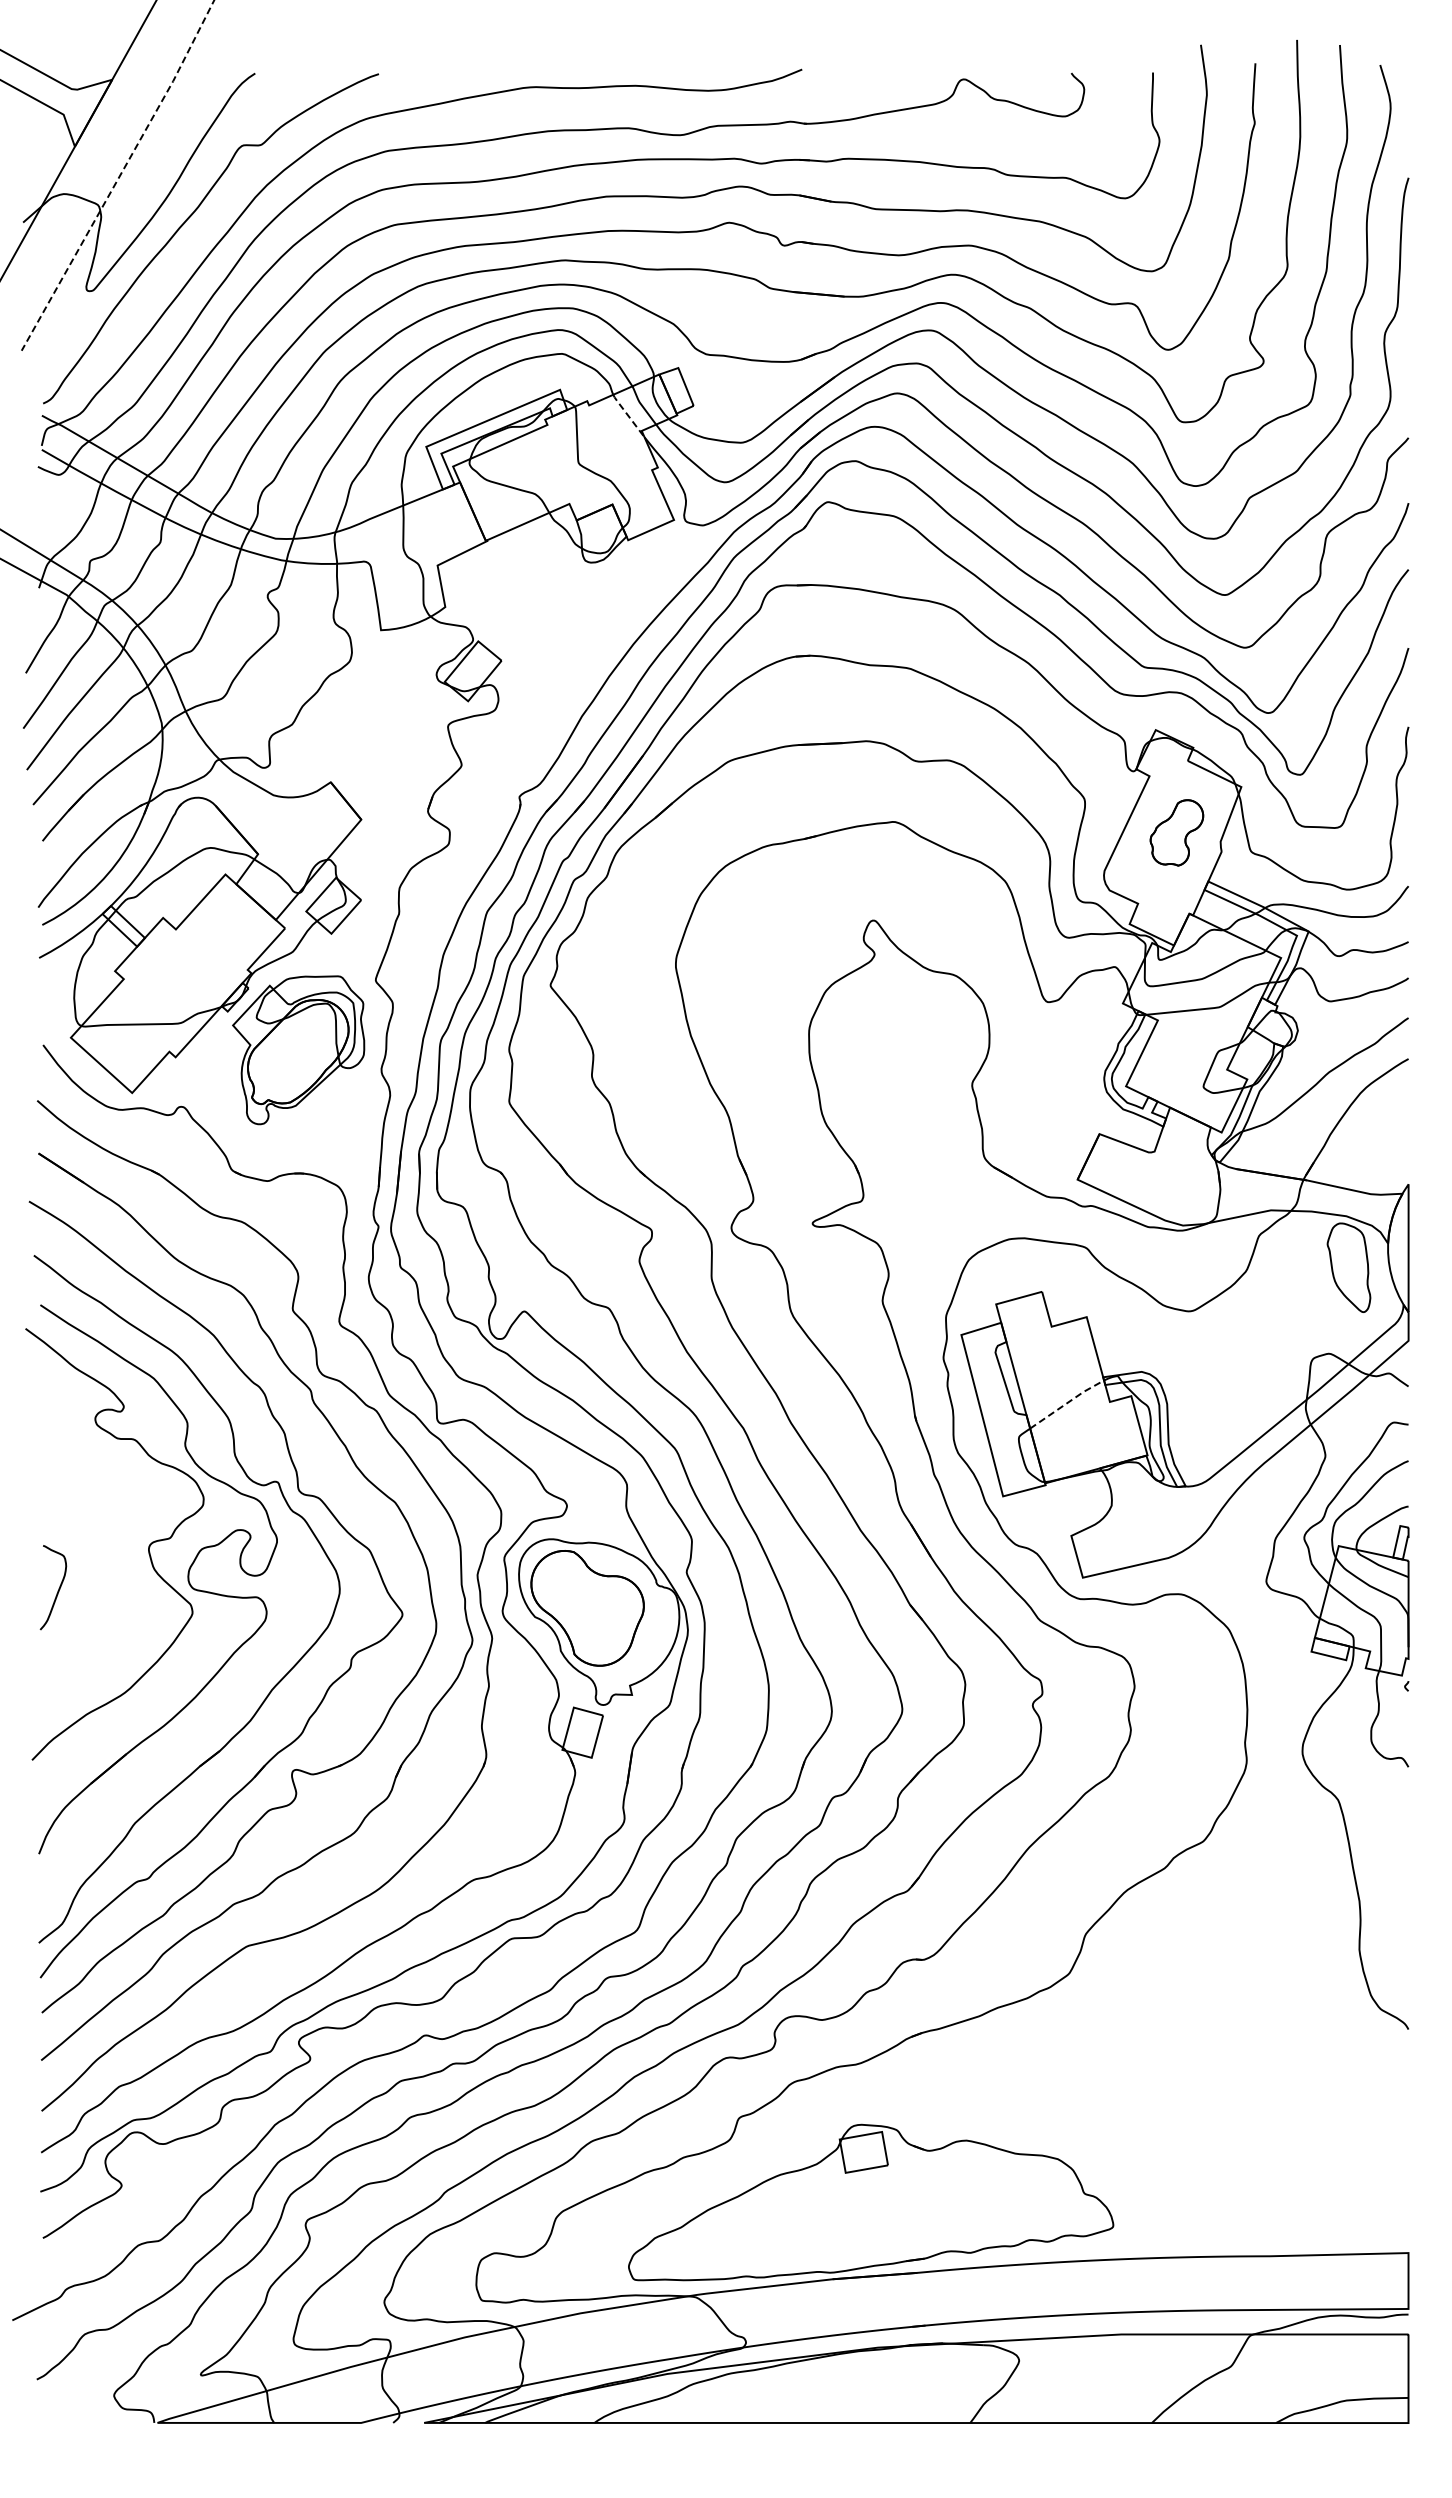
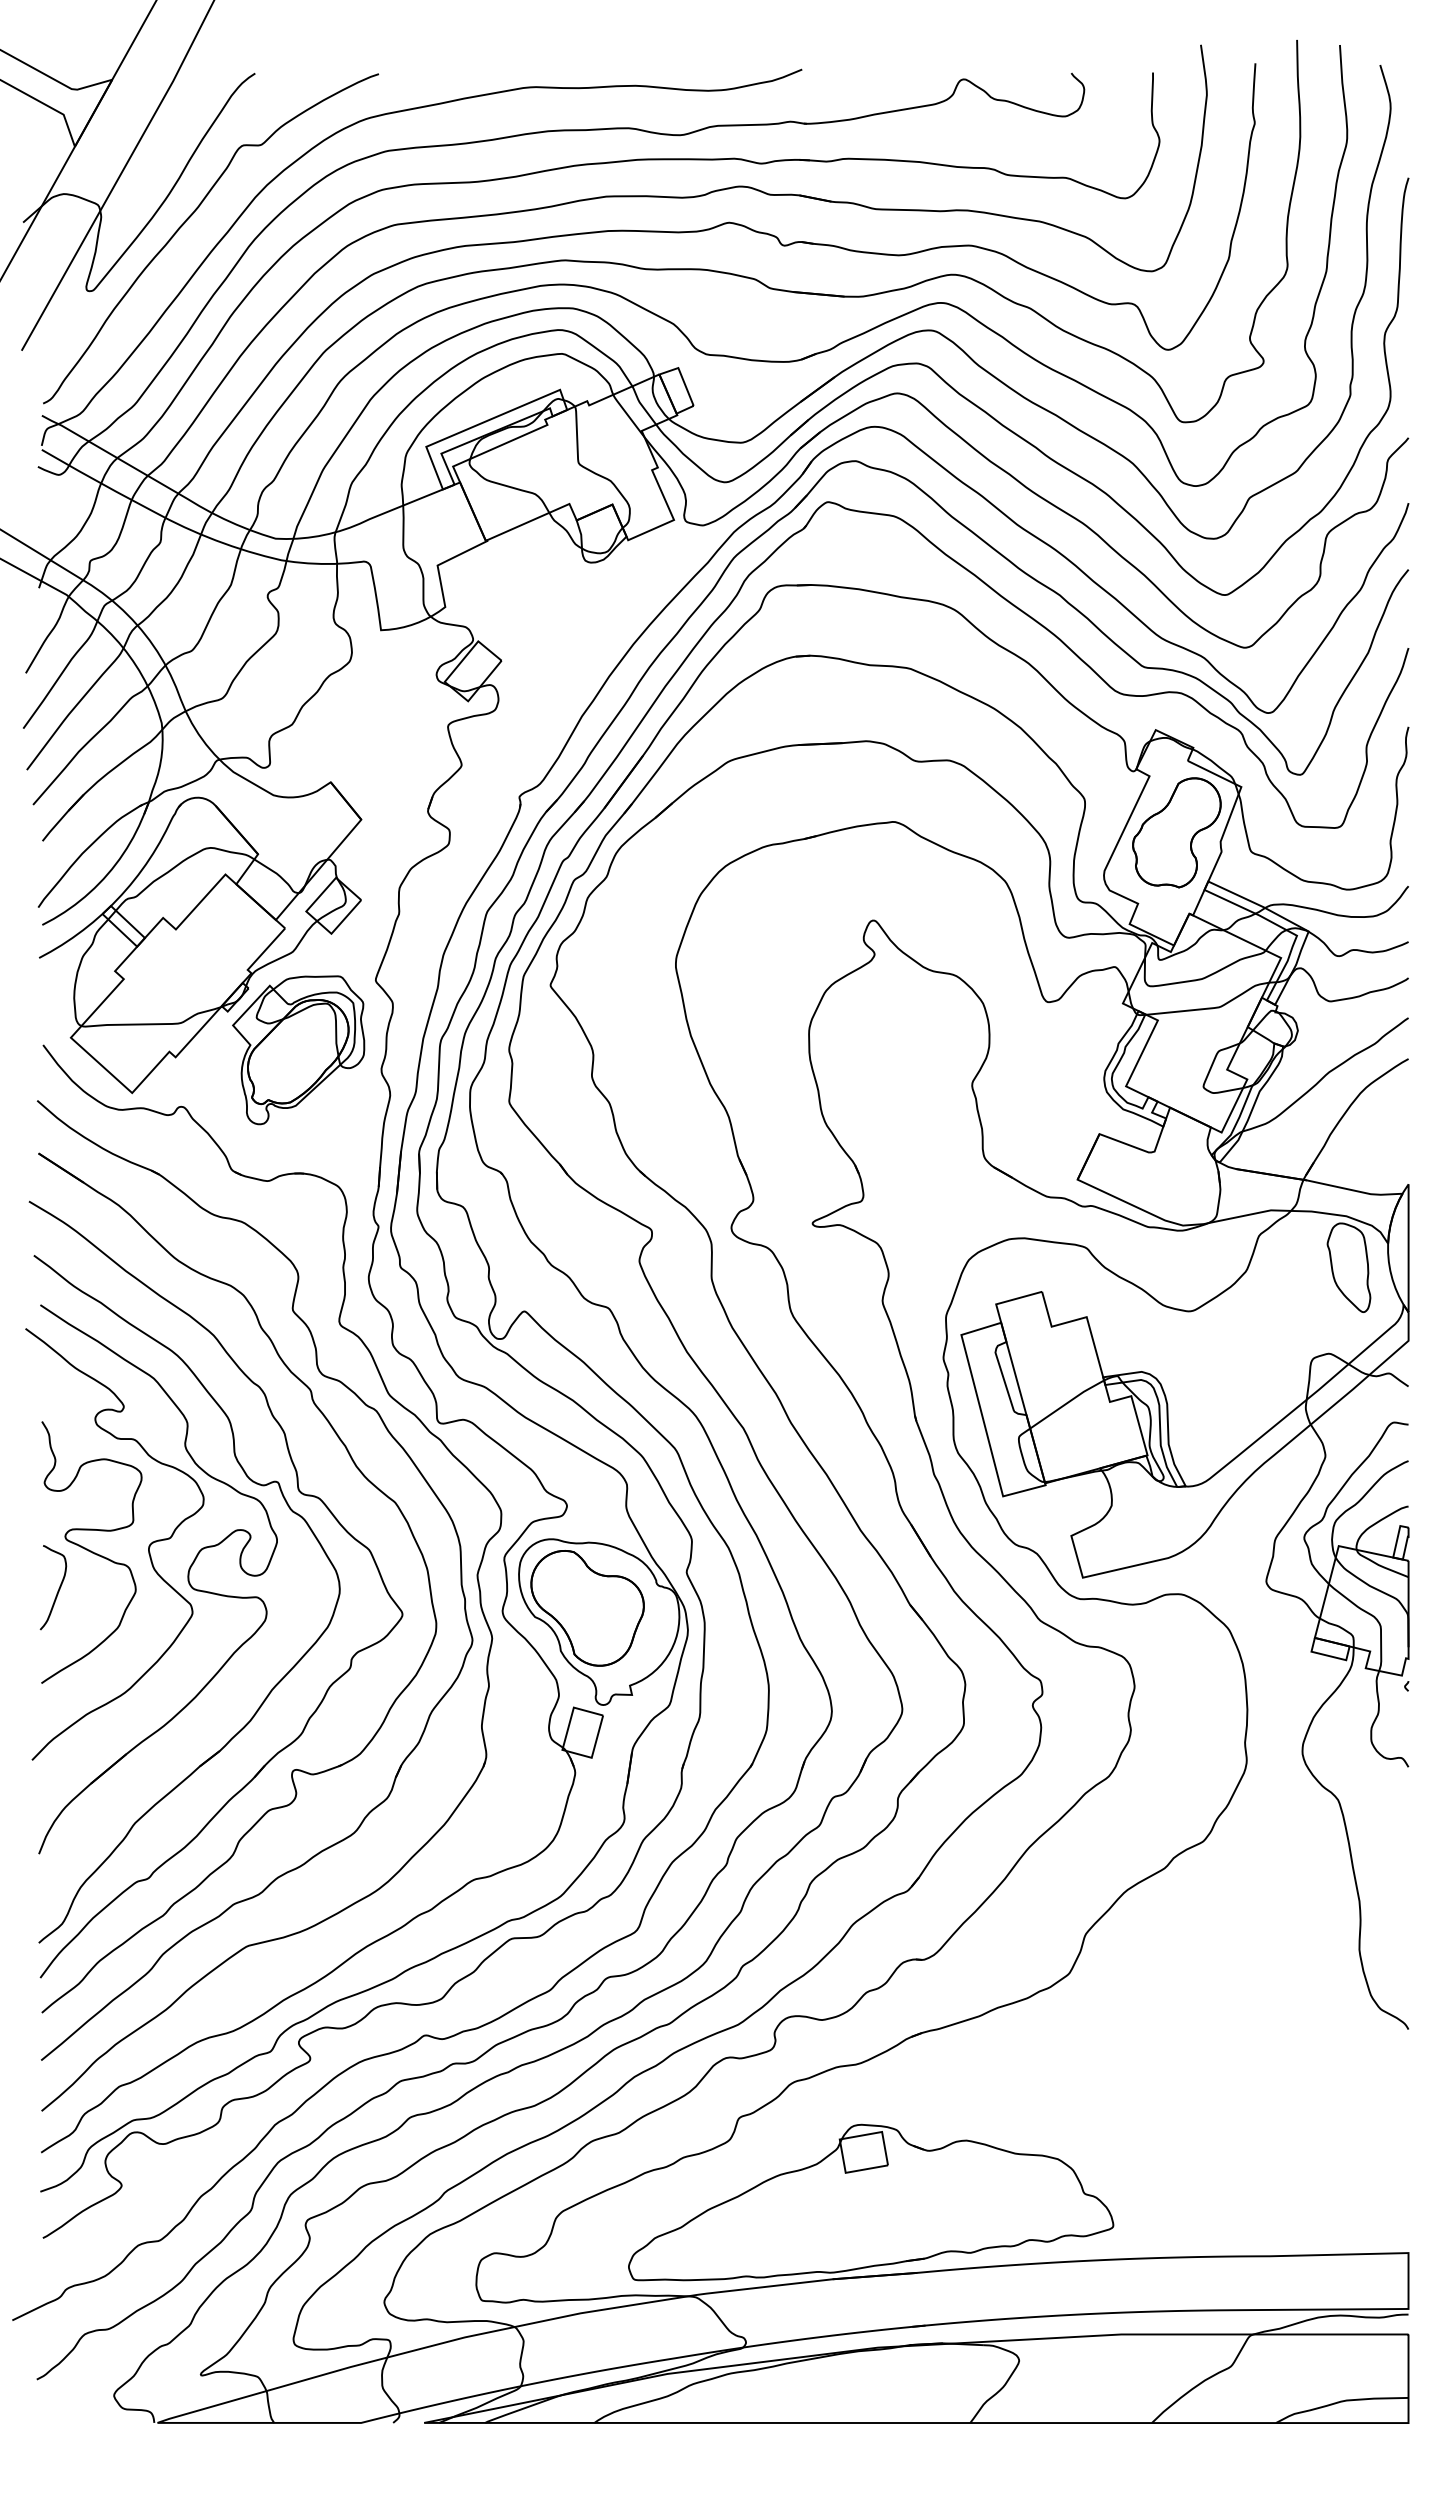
line at (119, 176): dashed -> solid
line at (627, 415): dashed -> solid
part at (1176, 832) size: 56x68 px -> 90x112 px
line at (1067, 1402): dashed -> solid
curve at (91, 1552): none -> present
